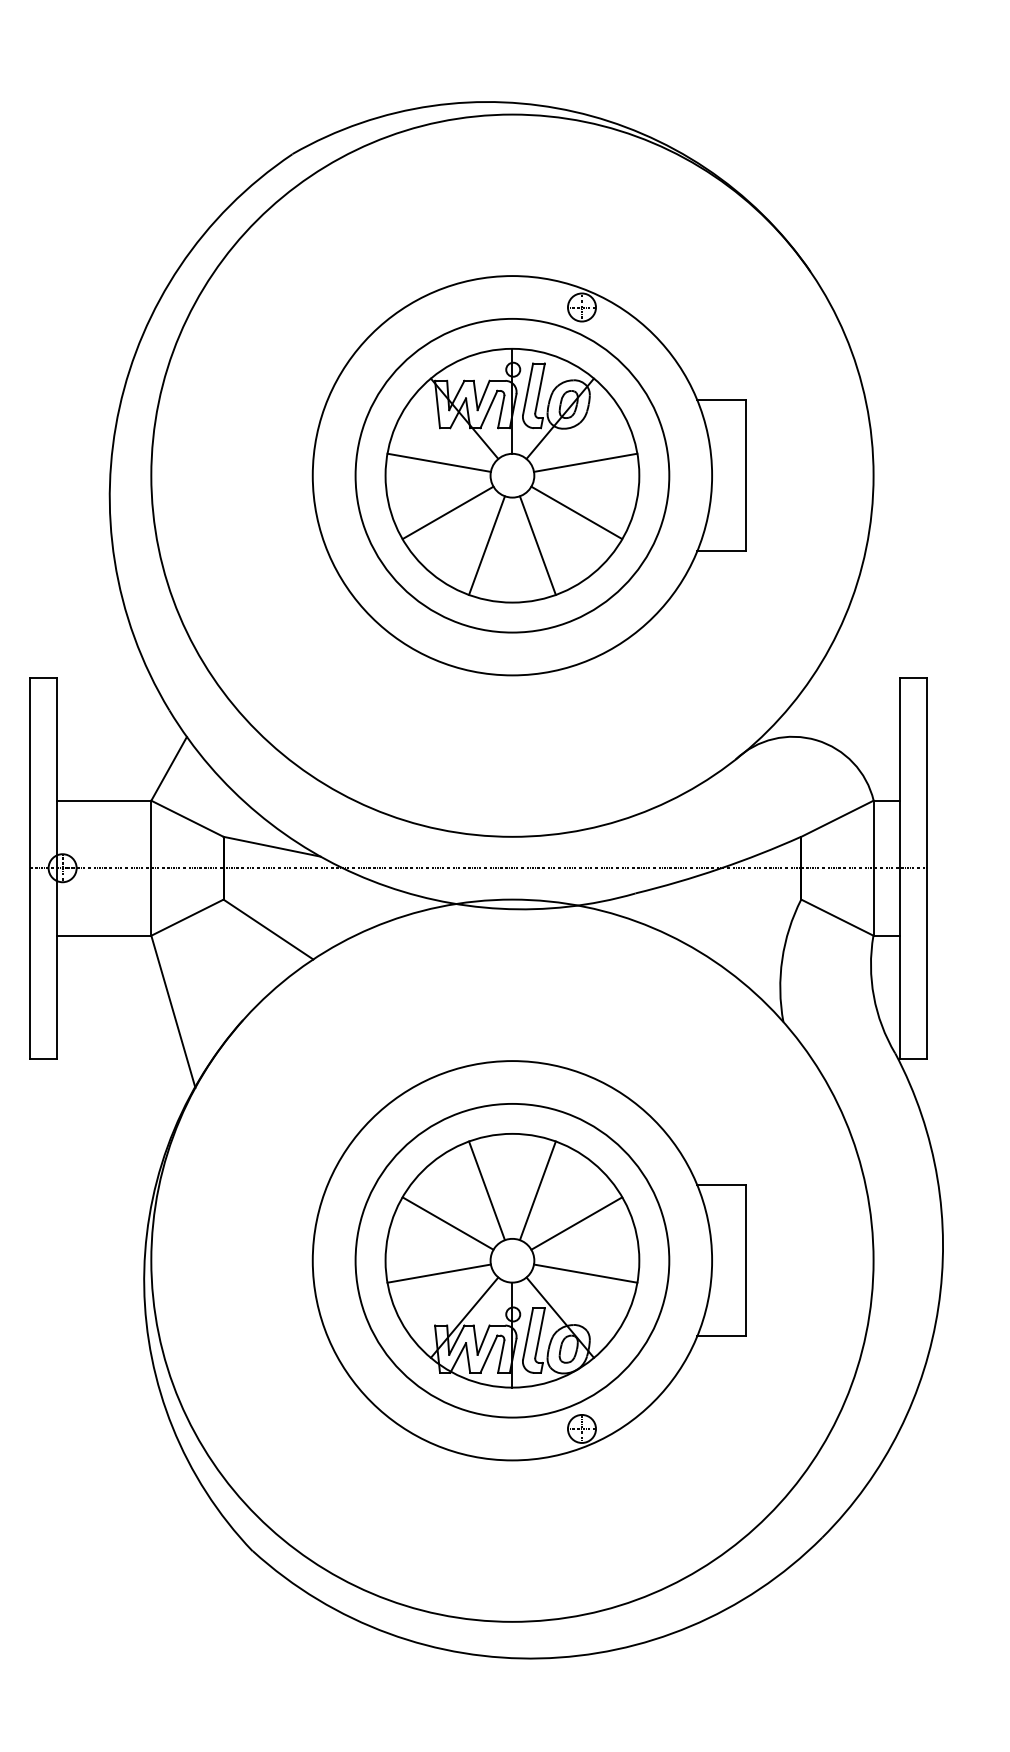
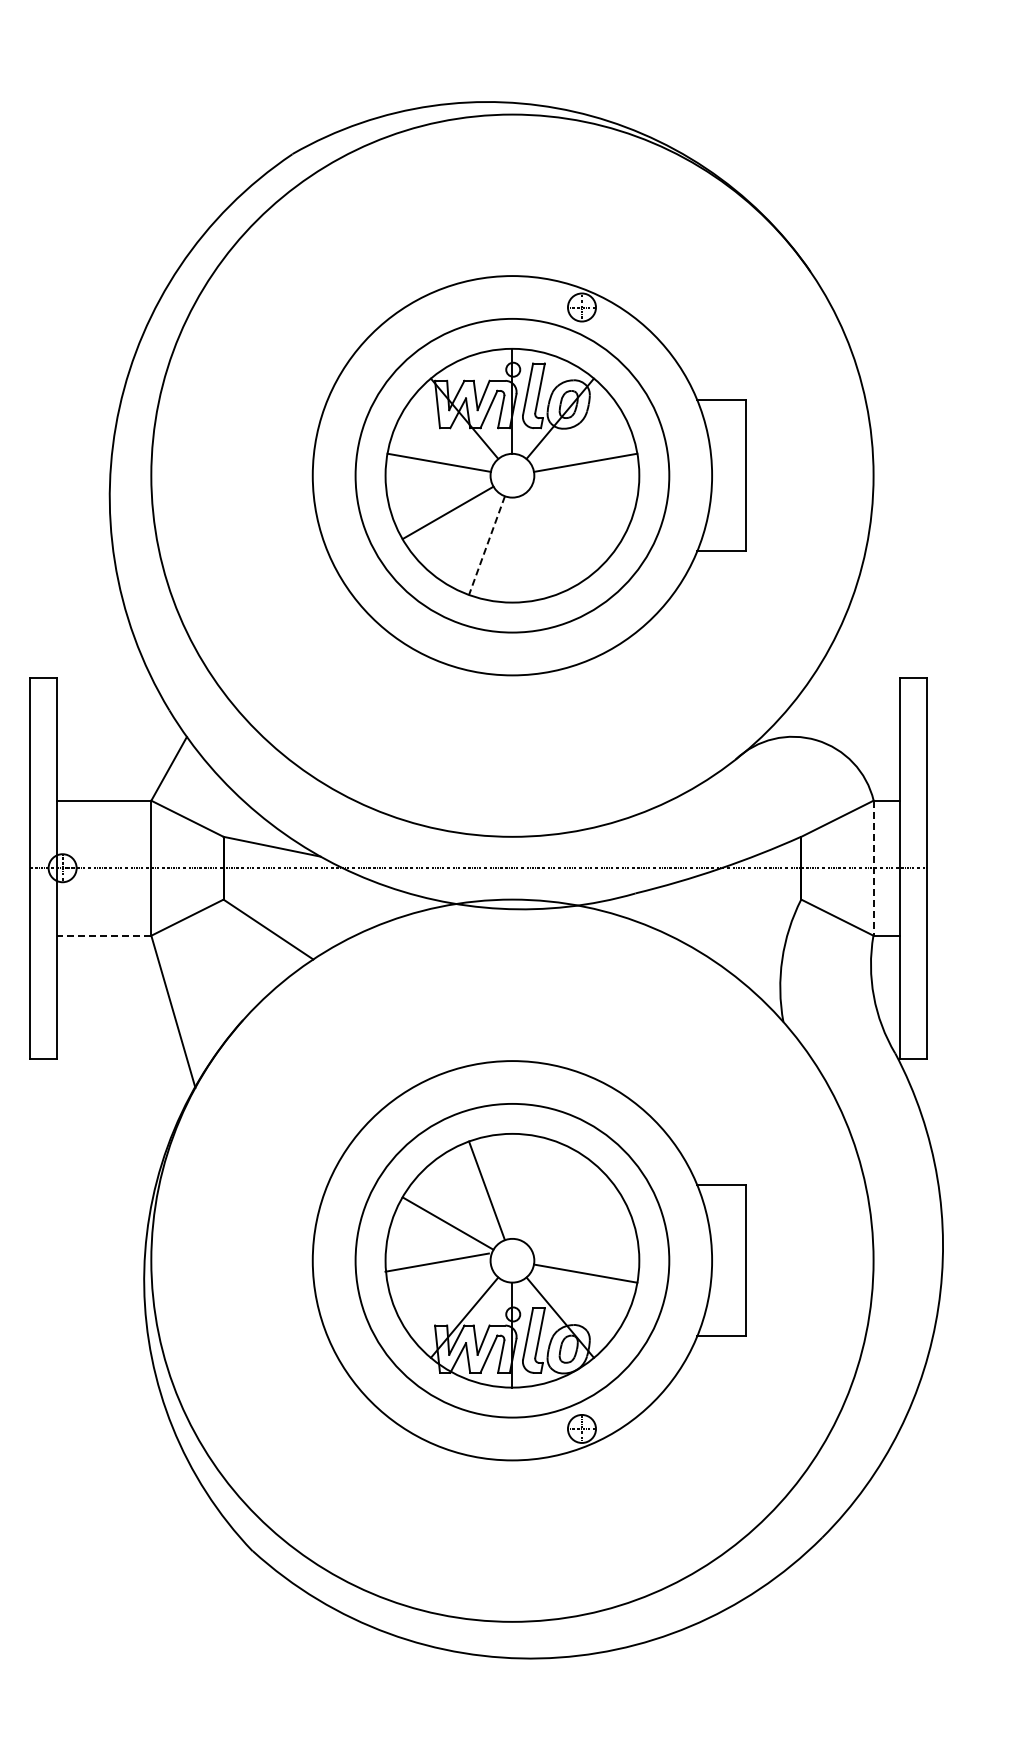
line at (576, 512): present -> none
line at (537, 545): present -> none
line at (486, 546): solid -> dashed
line at (873, 868): solid -> dashed
line at (103, 935): solid -> dashed
line at (537, 1190): present -> none
line at (576, 1223): present -> none
line at (438, 1273) position: (438, 1273) -> (436, 1262)
